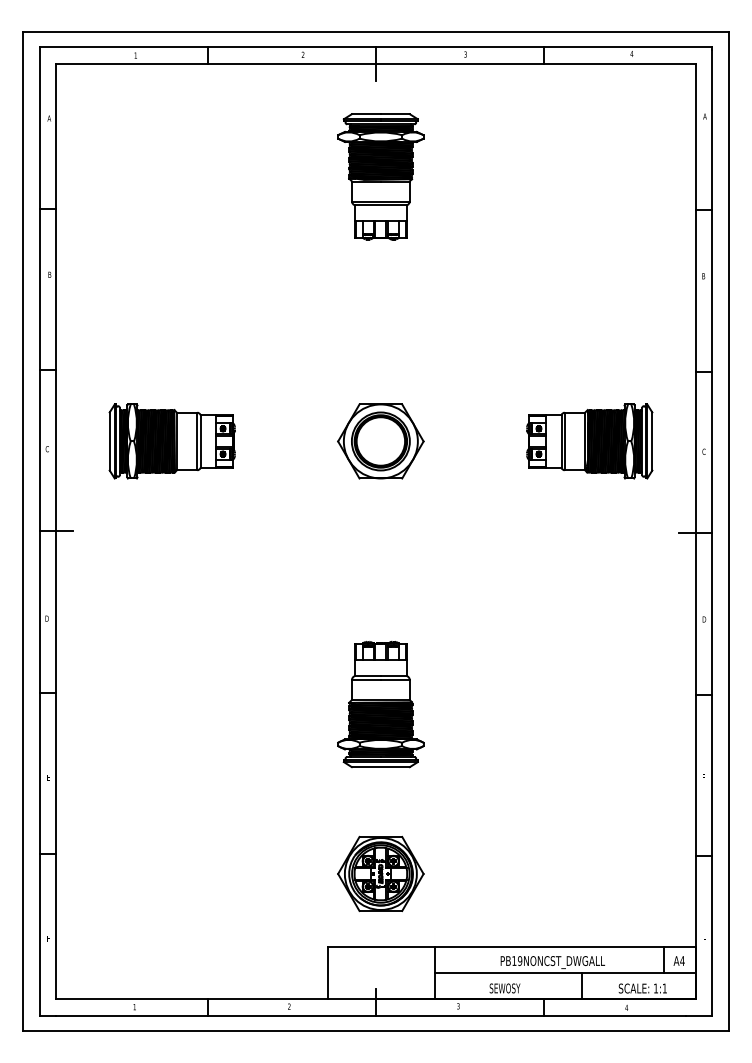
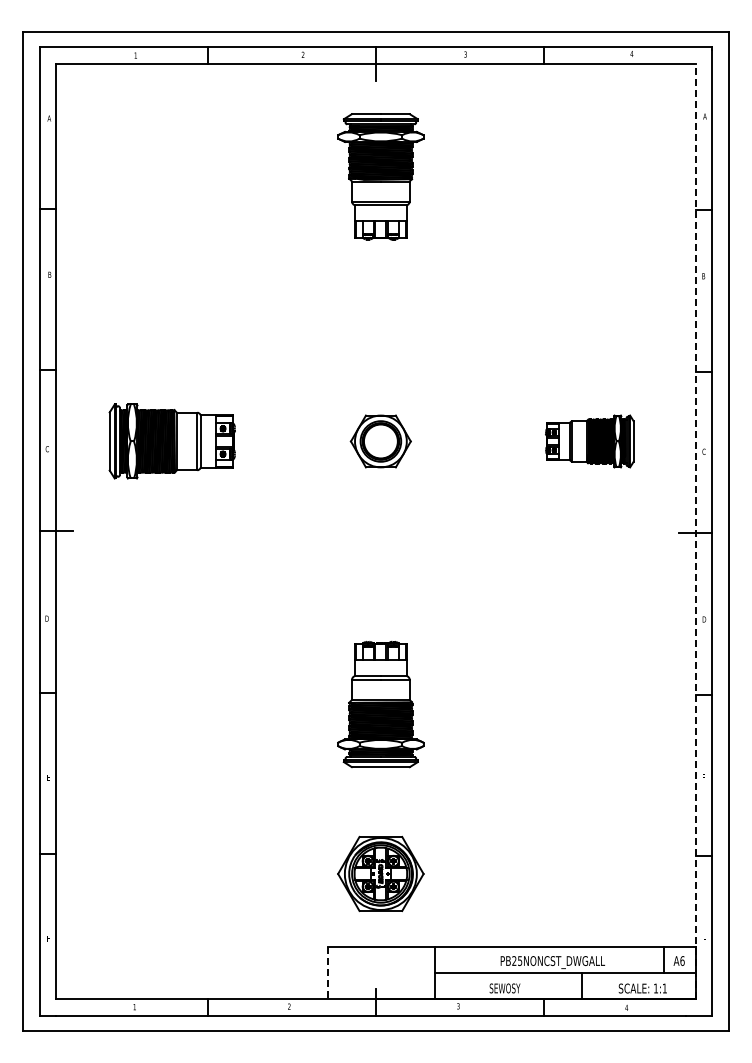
part at (380, 441) size: 88x77 px -> 63x55 px
part at (589, 441) size: 128x77 px -> 90x55 px
line at (695, 531): solid -> dashed
text at (517, 960): PB19NONCST_DWGALL -> PB25NONCST_DWGALL
text at (682, 960): A4 -> A6
line at (327, 973): solid -> dashed
